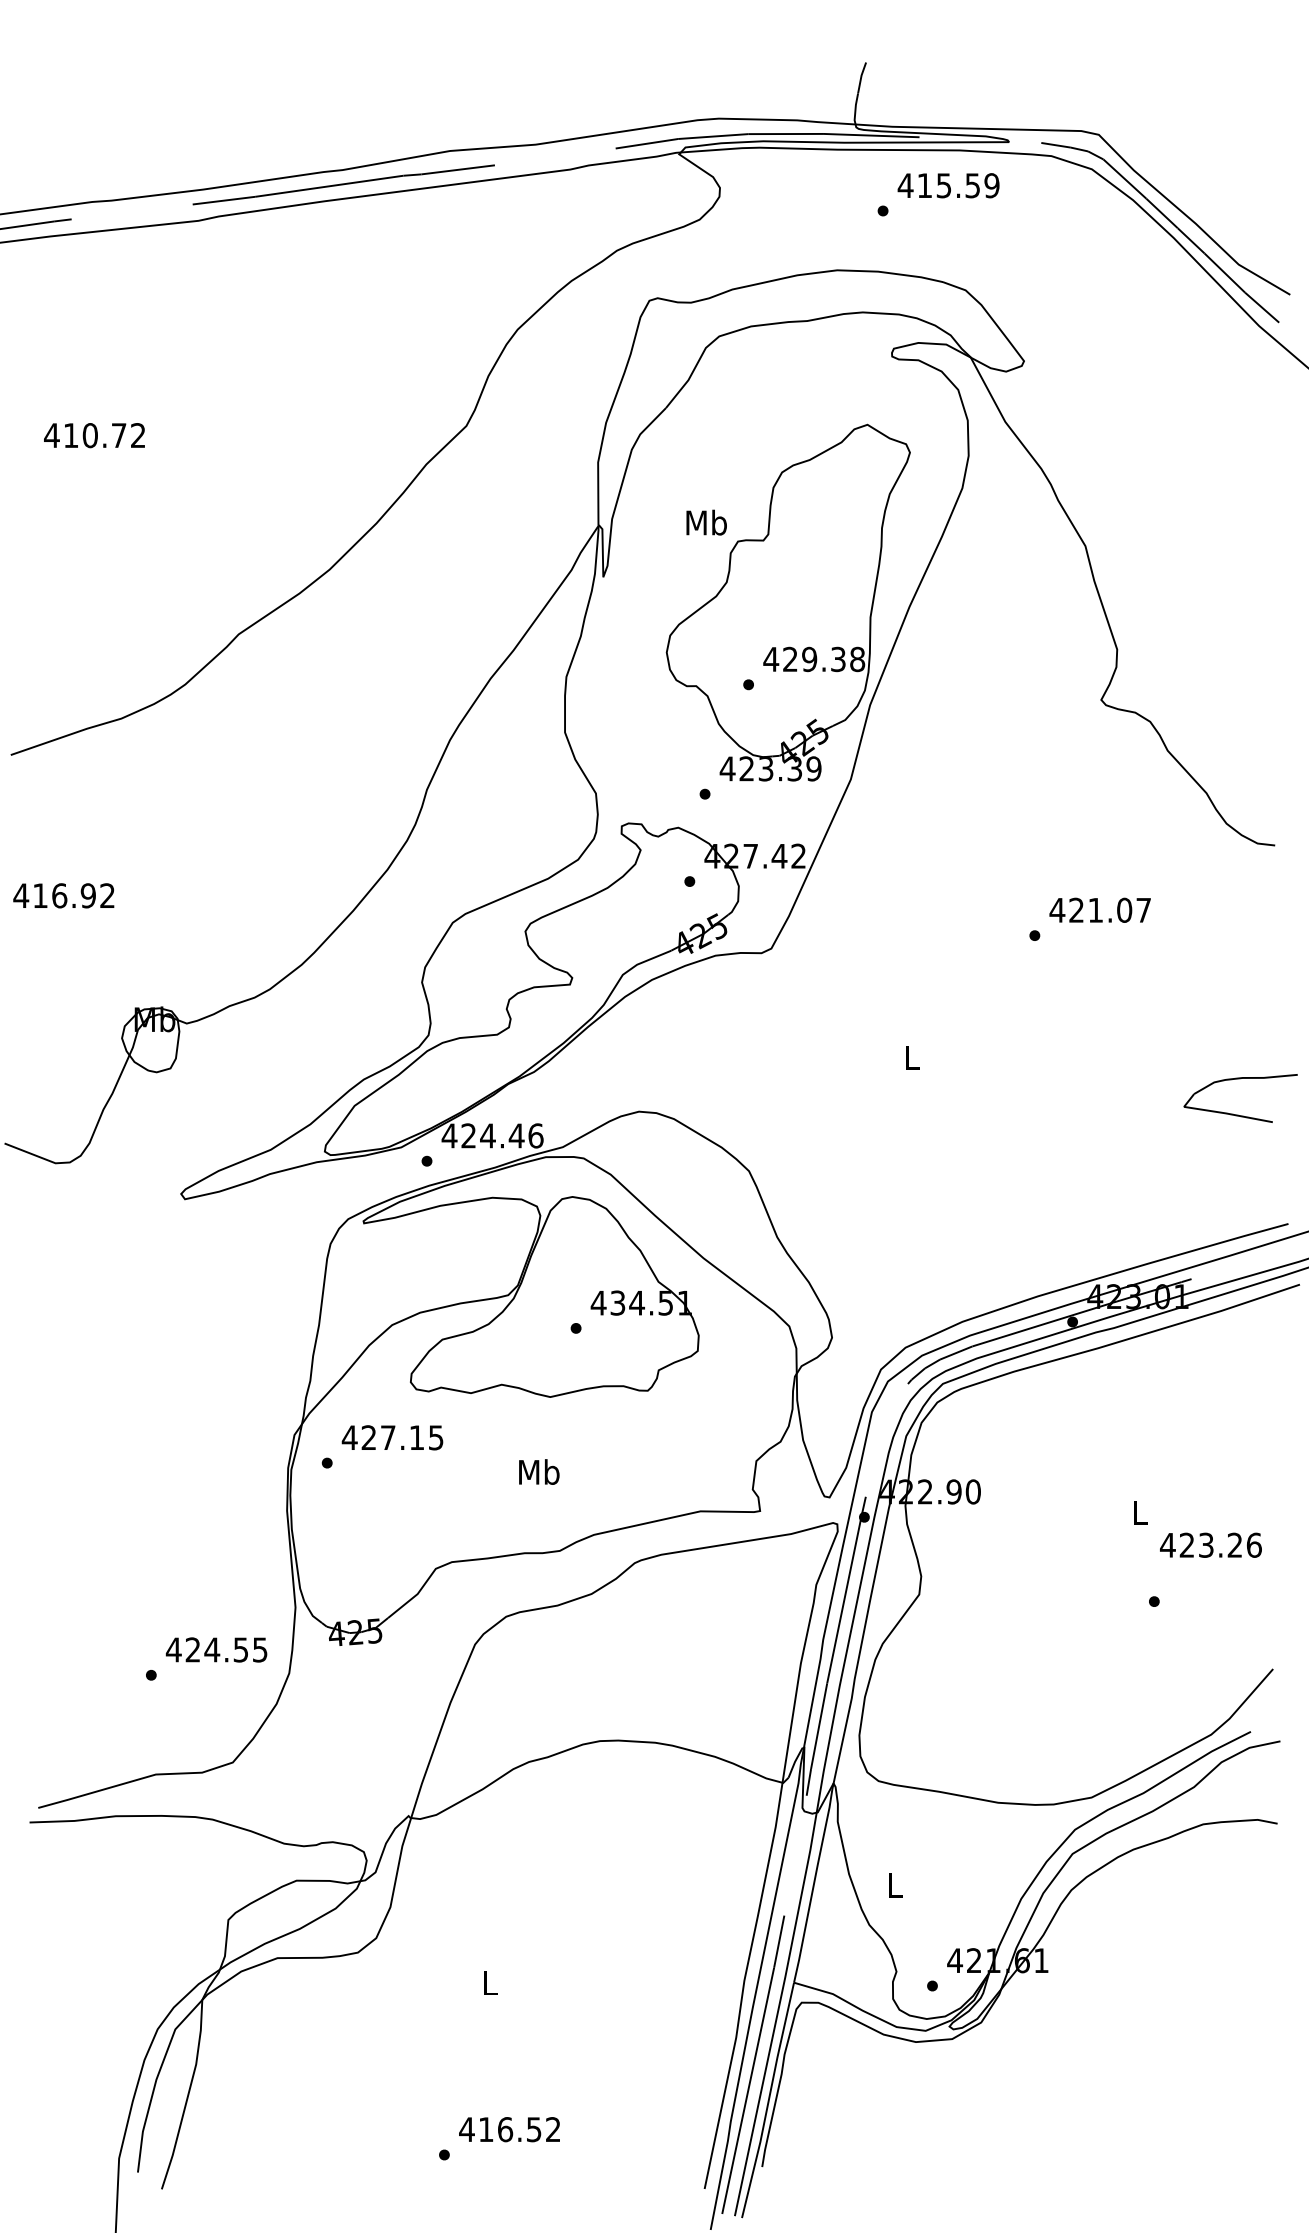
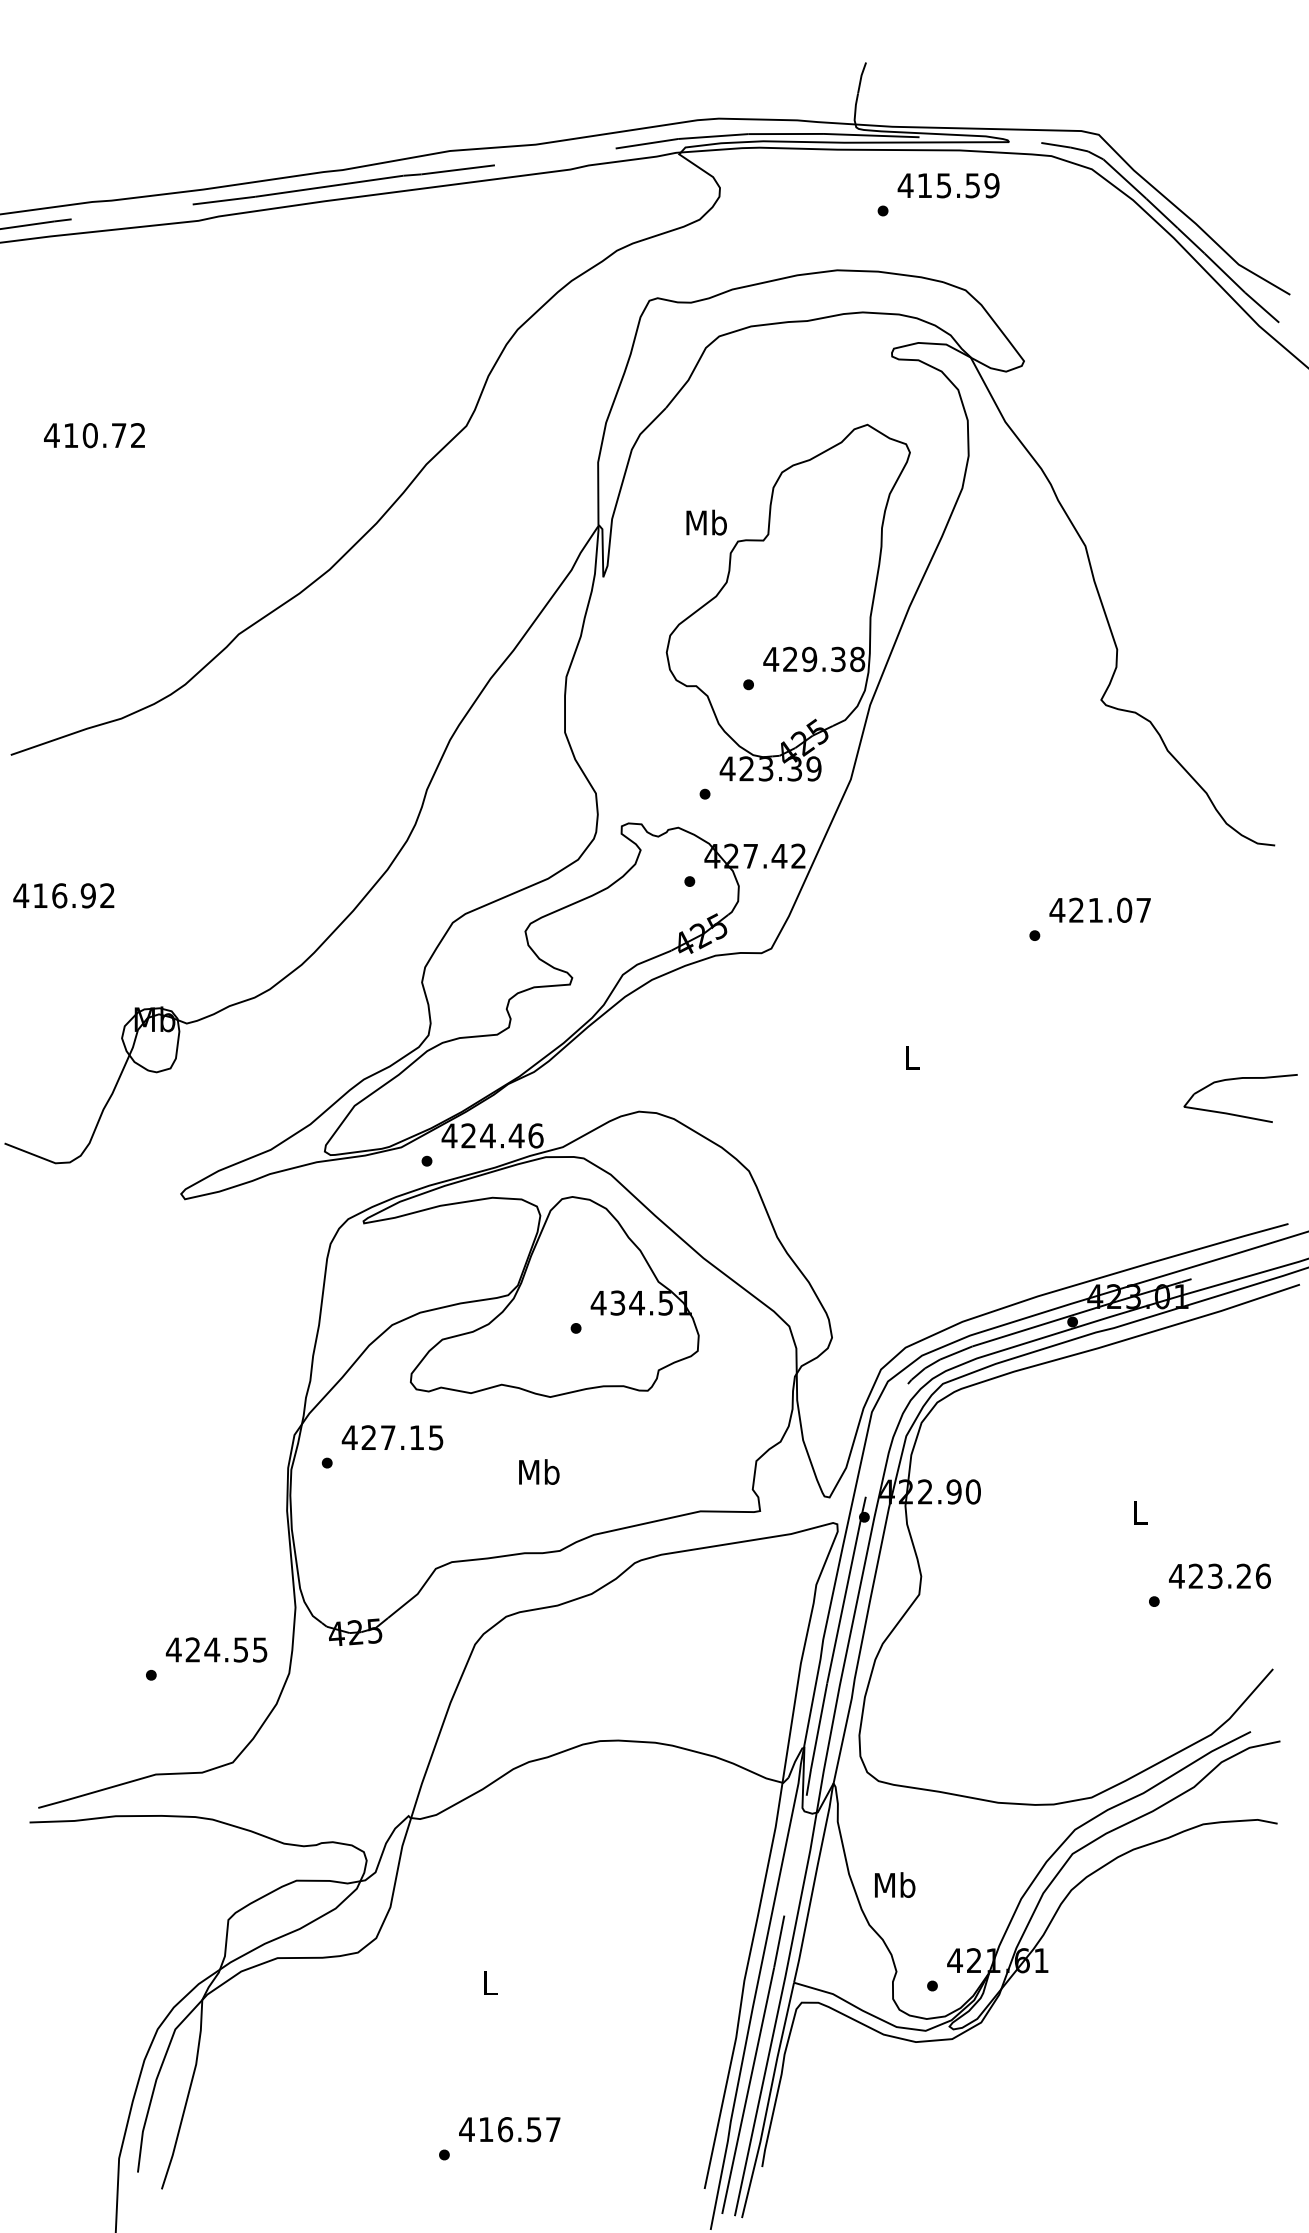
text at (1210, 1544) position: (1210, 1544) -> (1219, 1575)
text at (895, 1884): L -> Mb
text at (553, 2129): 416.52 -> 416.57
